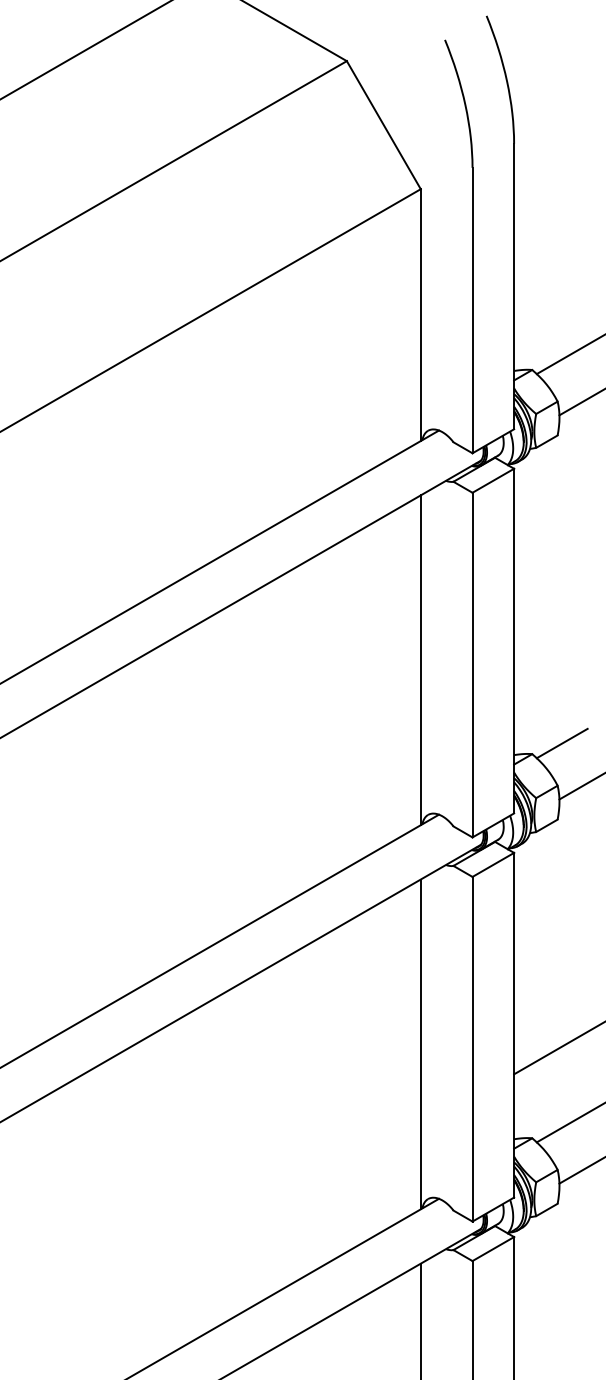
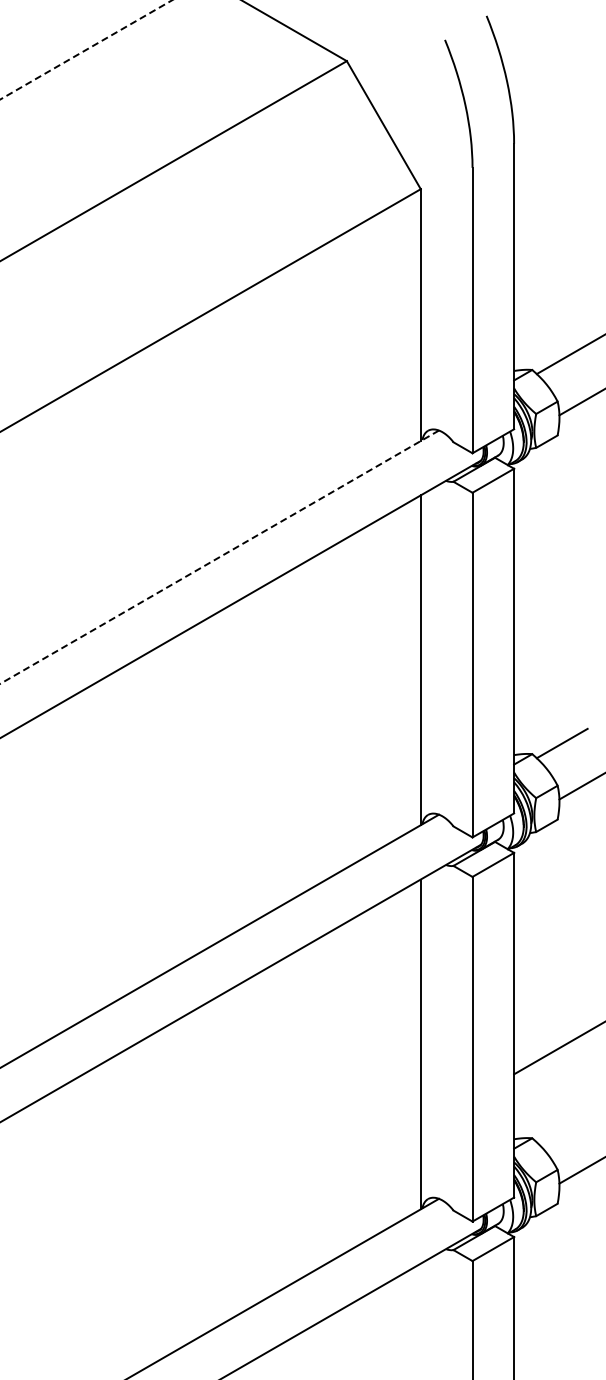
line at (86, 49): solid -> dashed
line at (219, 557): solid -> dashed
line at (569, 1123): present -> none
line at (420, 1319): present -> none
